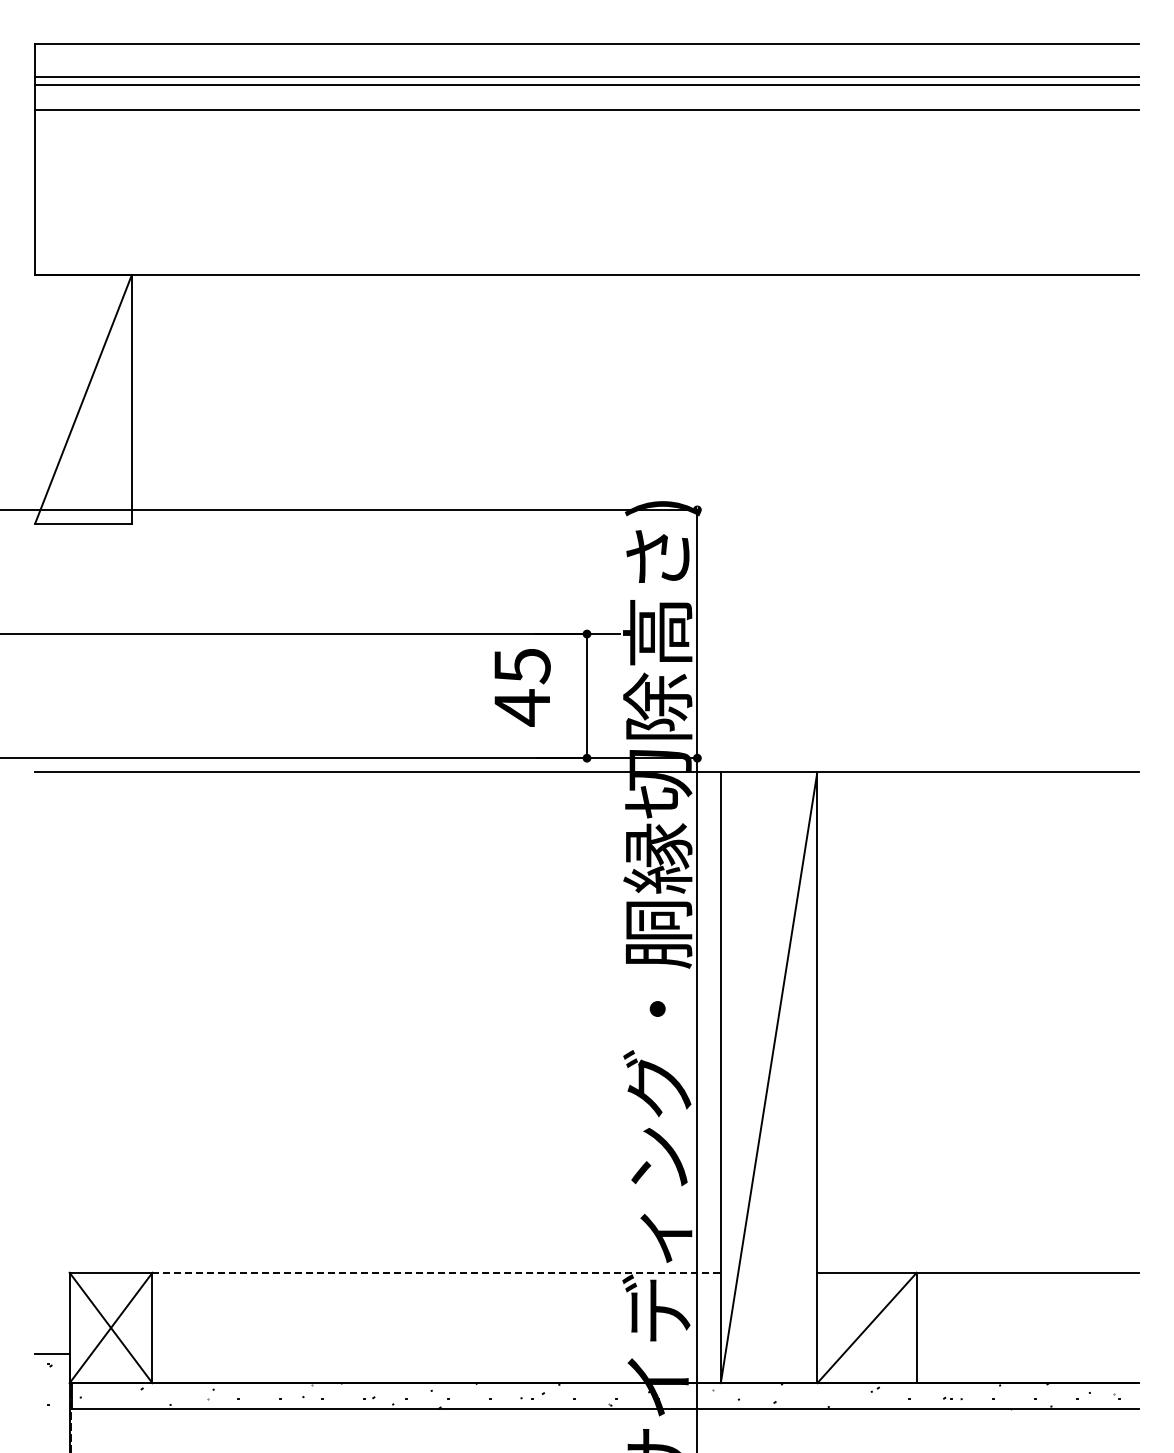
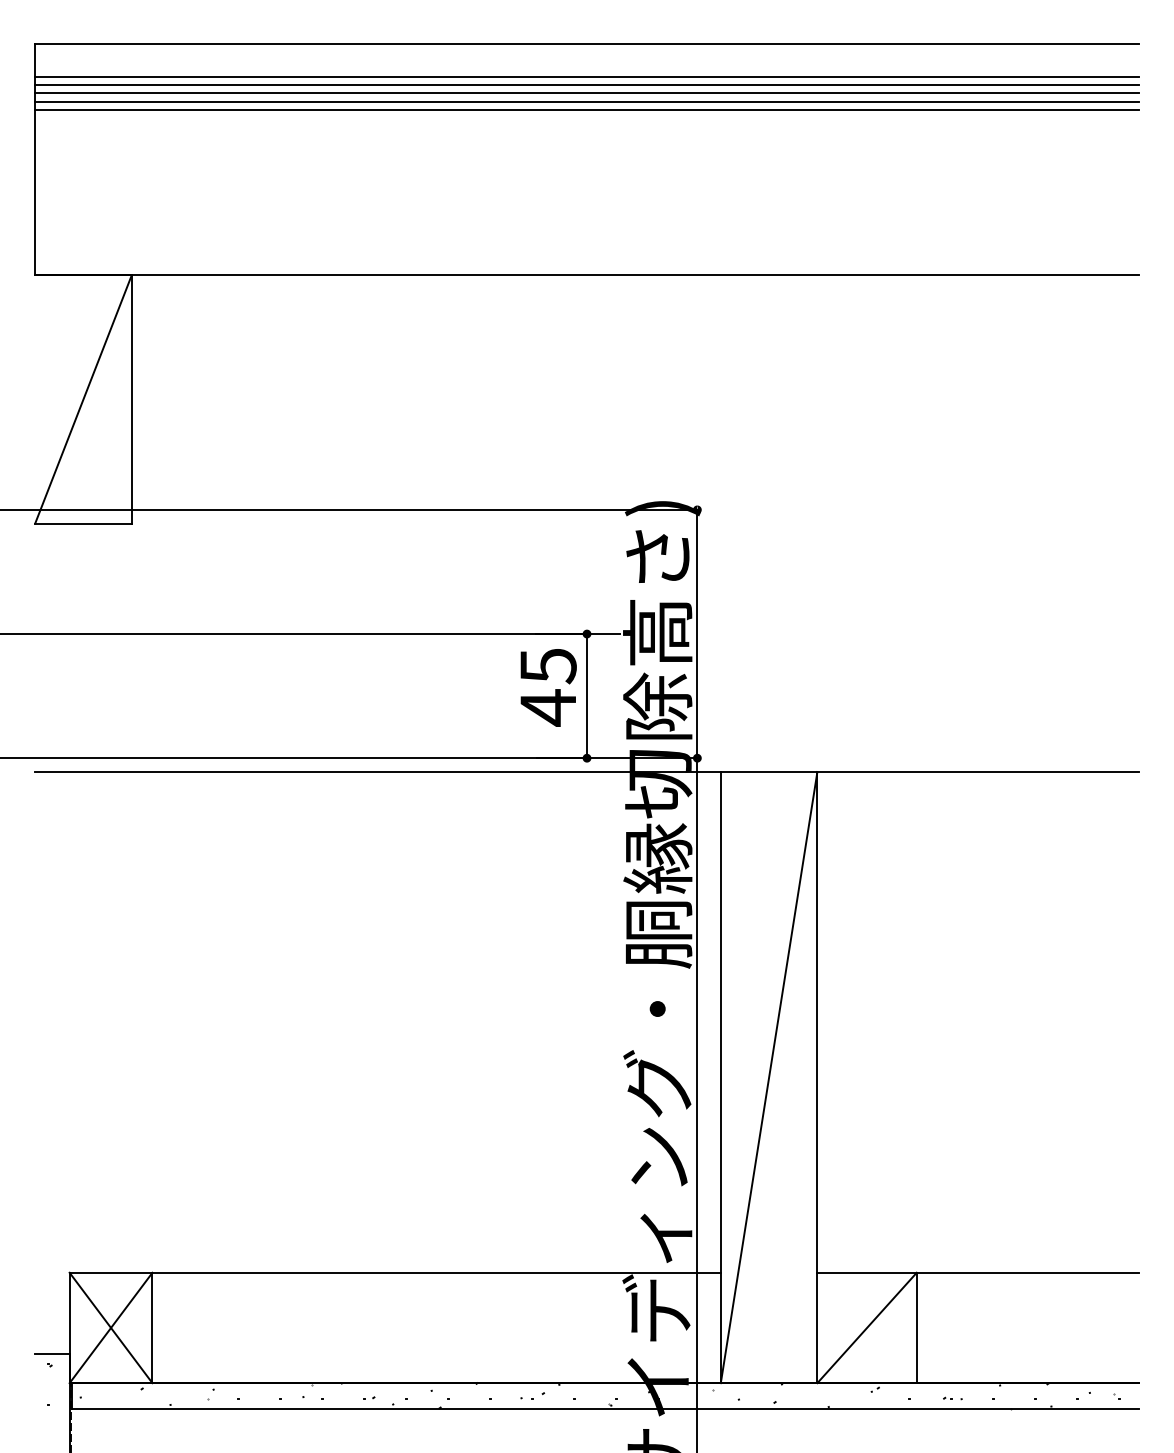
line at (586, 93): none -> present
line at (586, 101): none -> present
text at (522, 687) position: (522, 687) -> (548, 687)
line at (437, 1272): dashed -> solid
